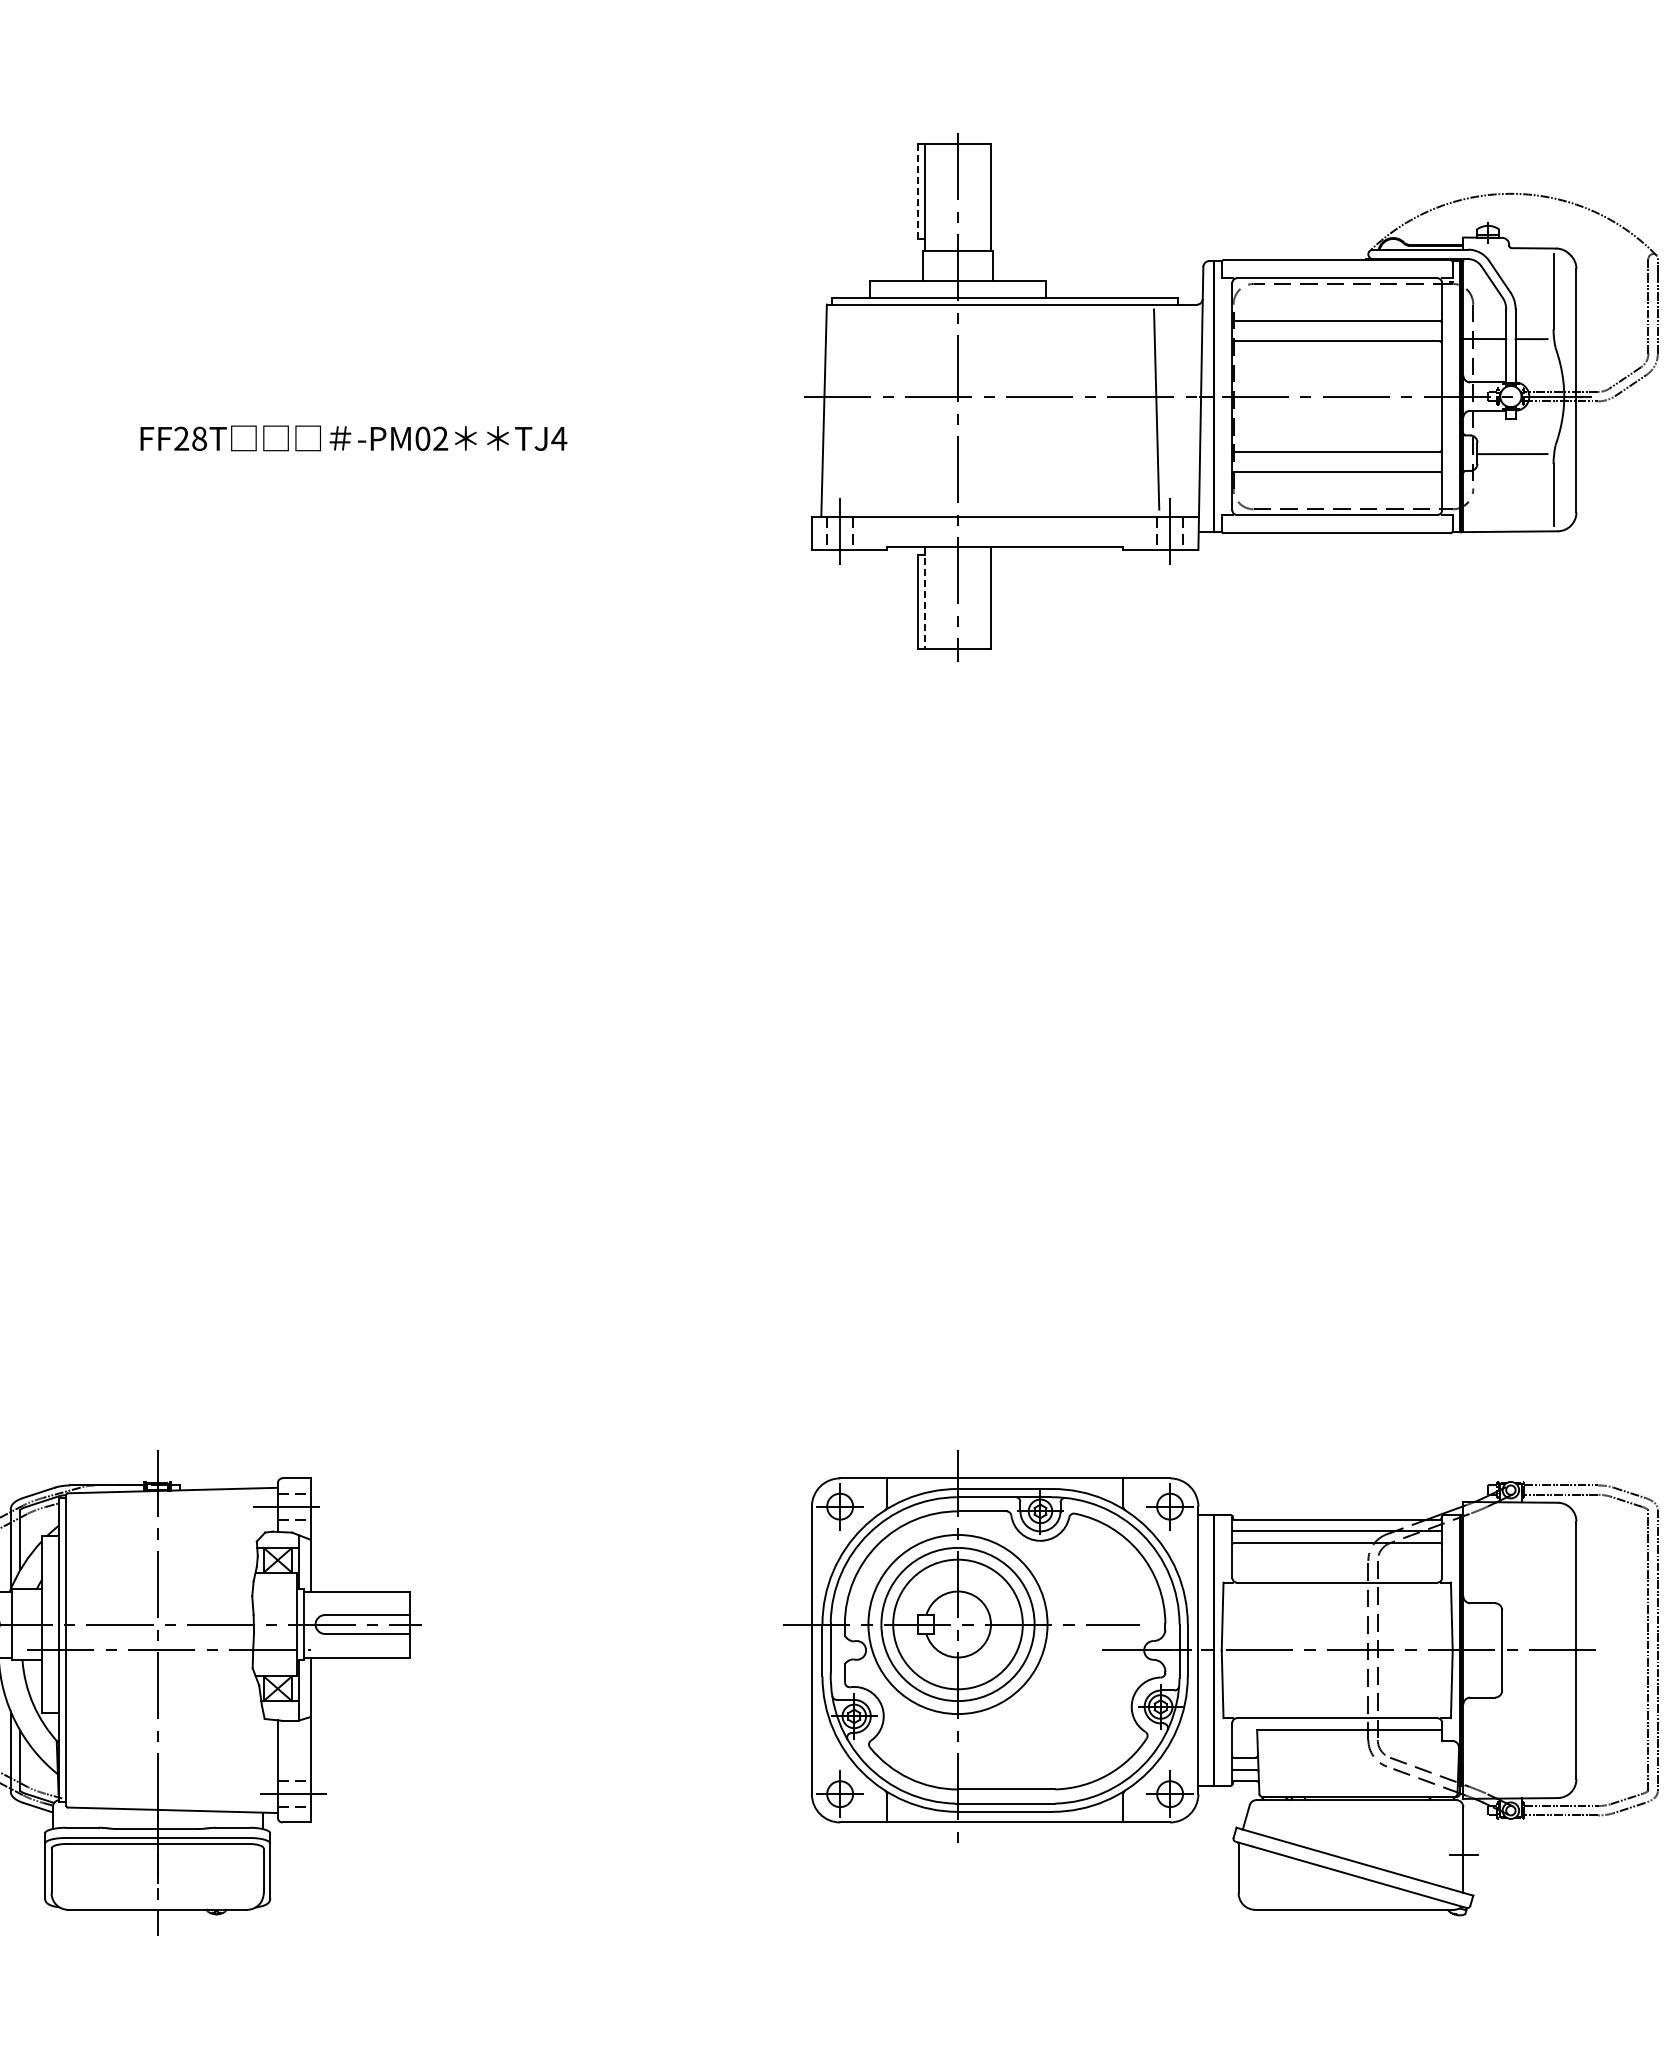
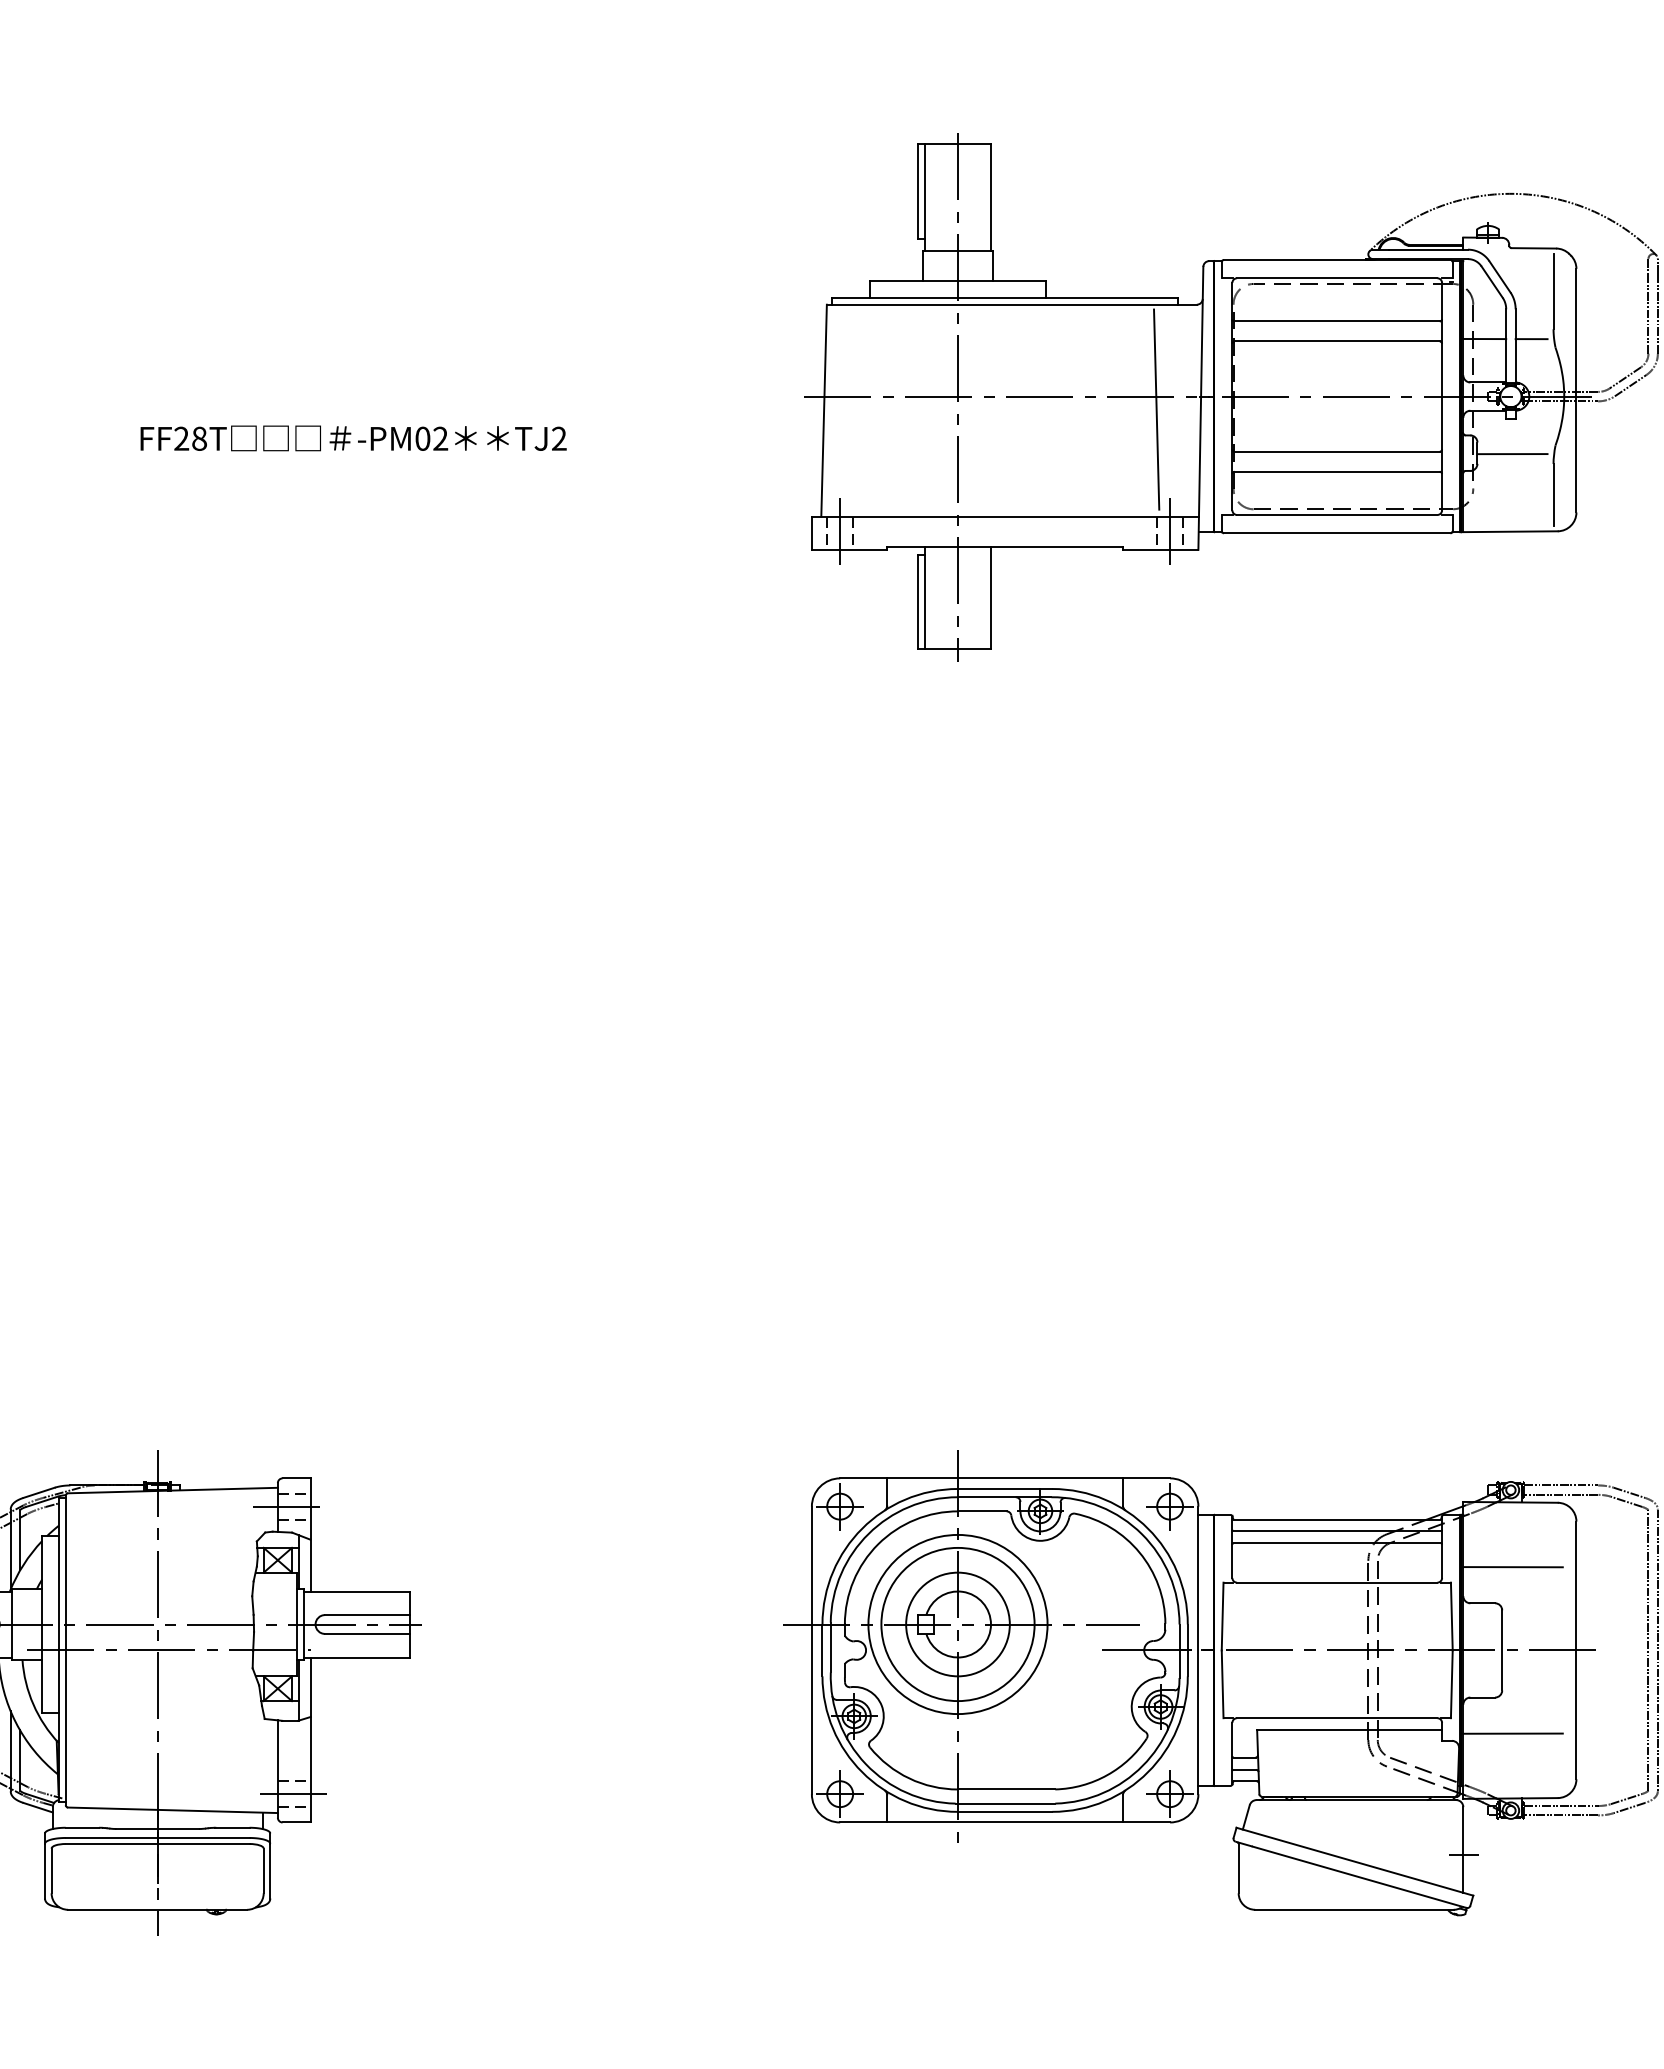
line at (917, 192): dashed -> solid
text at (559, 438): TJ4 -> TJ2
line at (925, 598): dashed -> solid
line at (1512, 1567): none -> present
circle at (957, 1624) diameter: 130 px -> 104 px
line at (1512, 1733): none -> present
